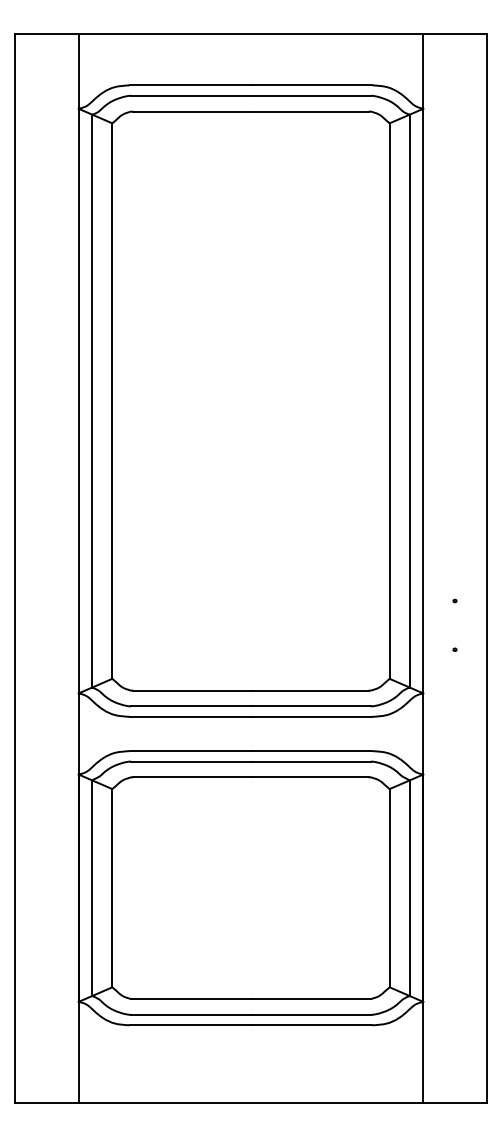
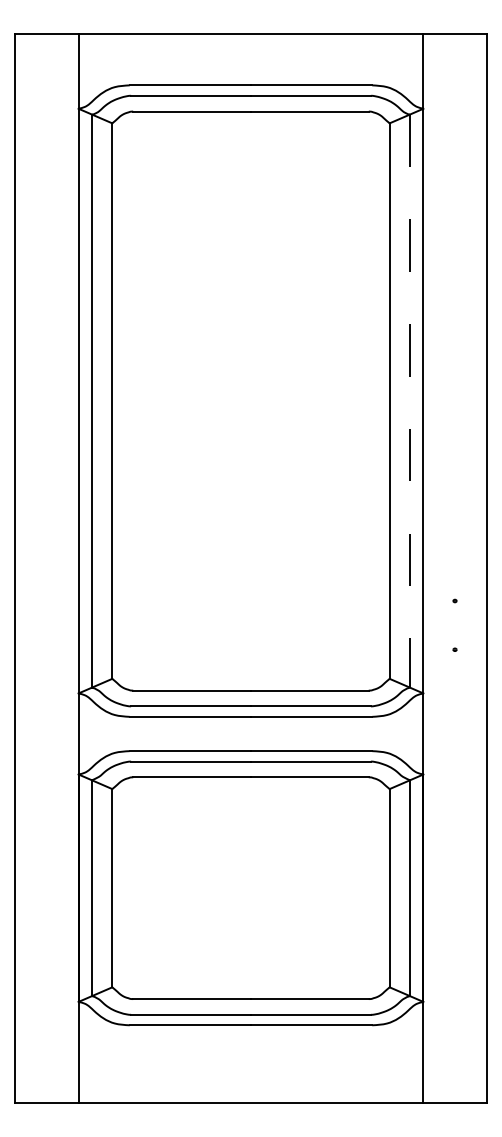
line at (409, 401): solid -> dashed
